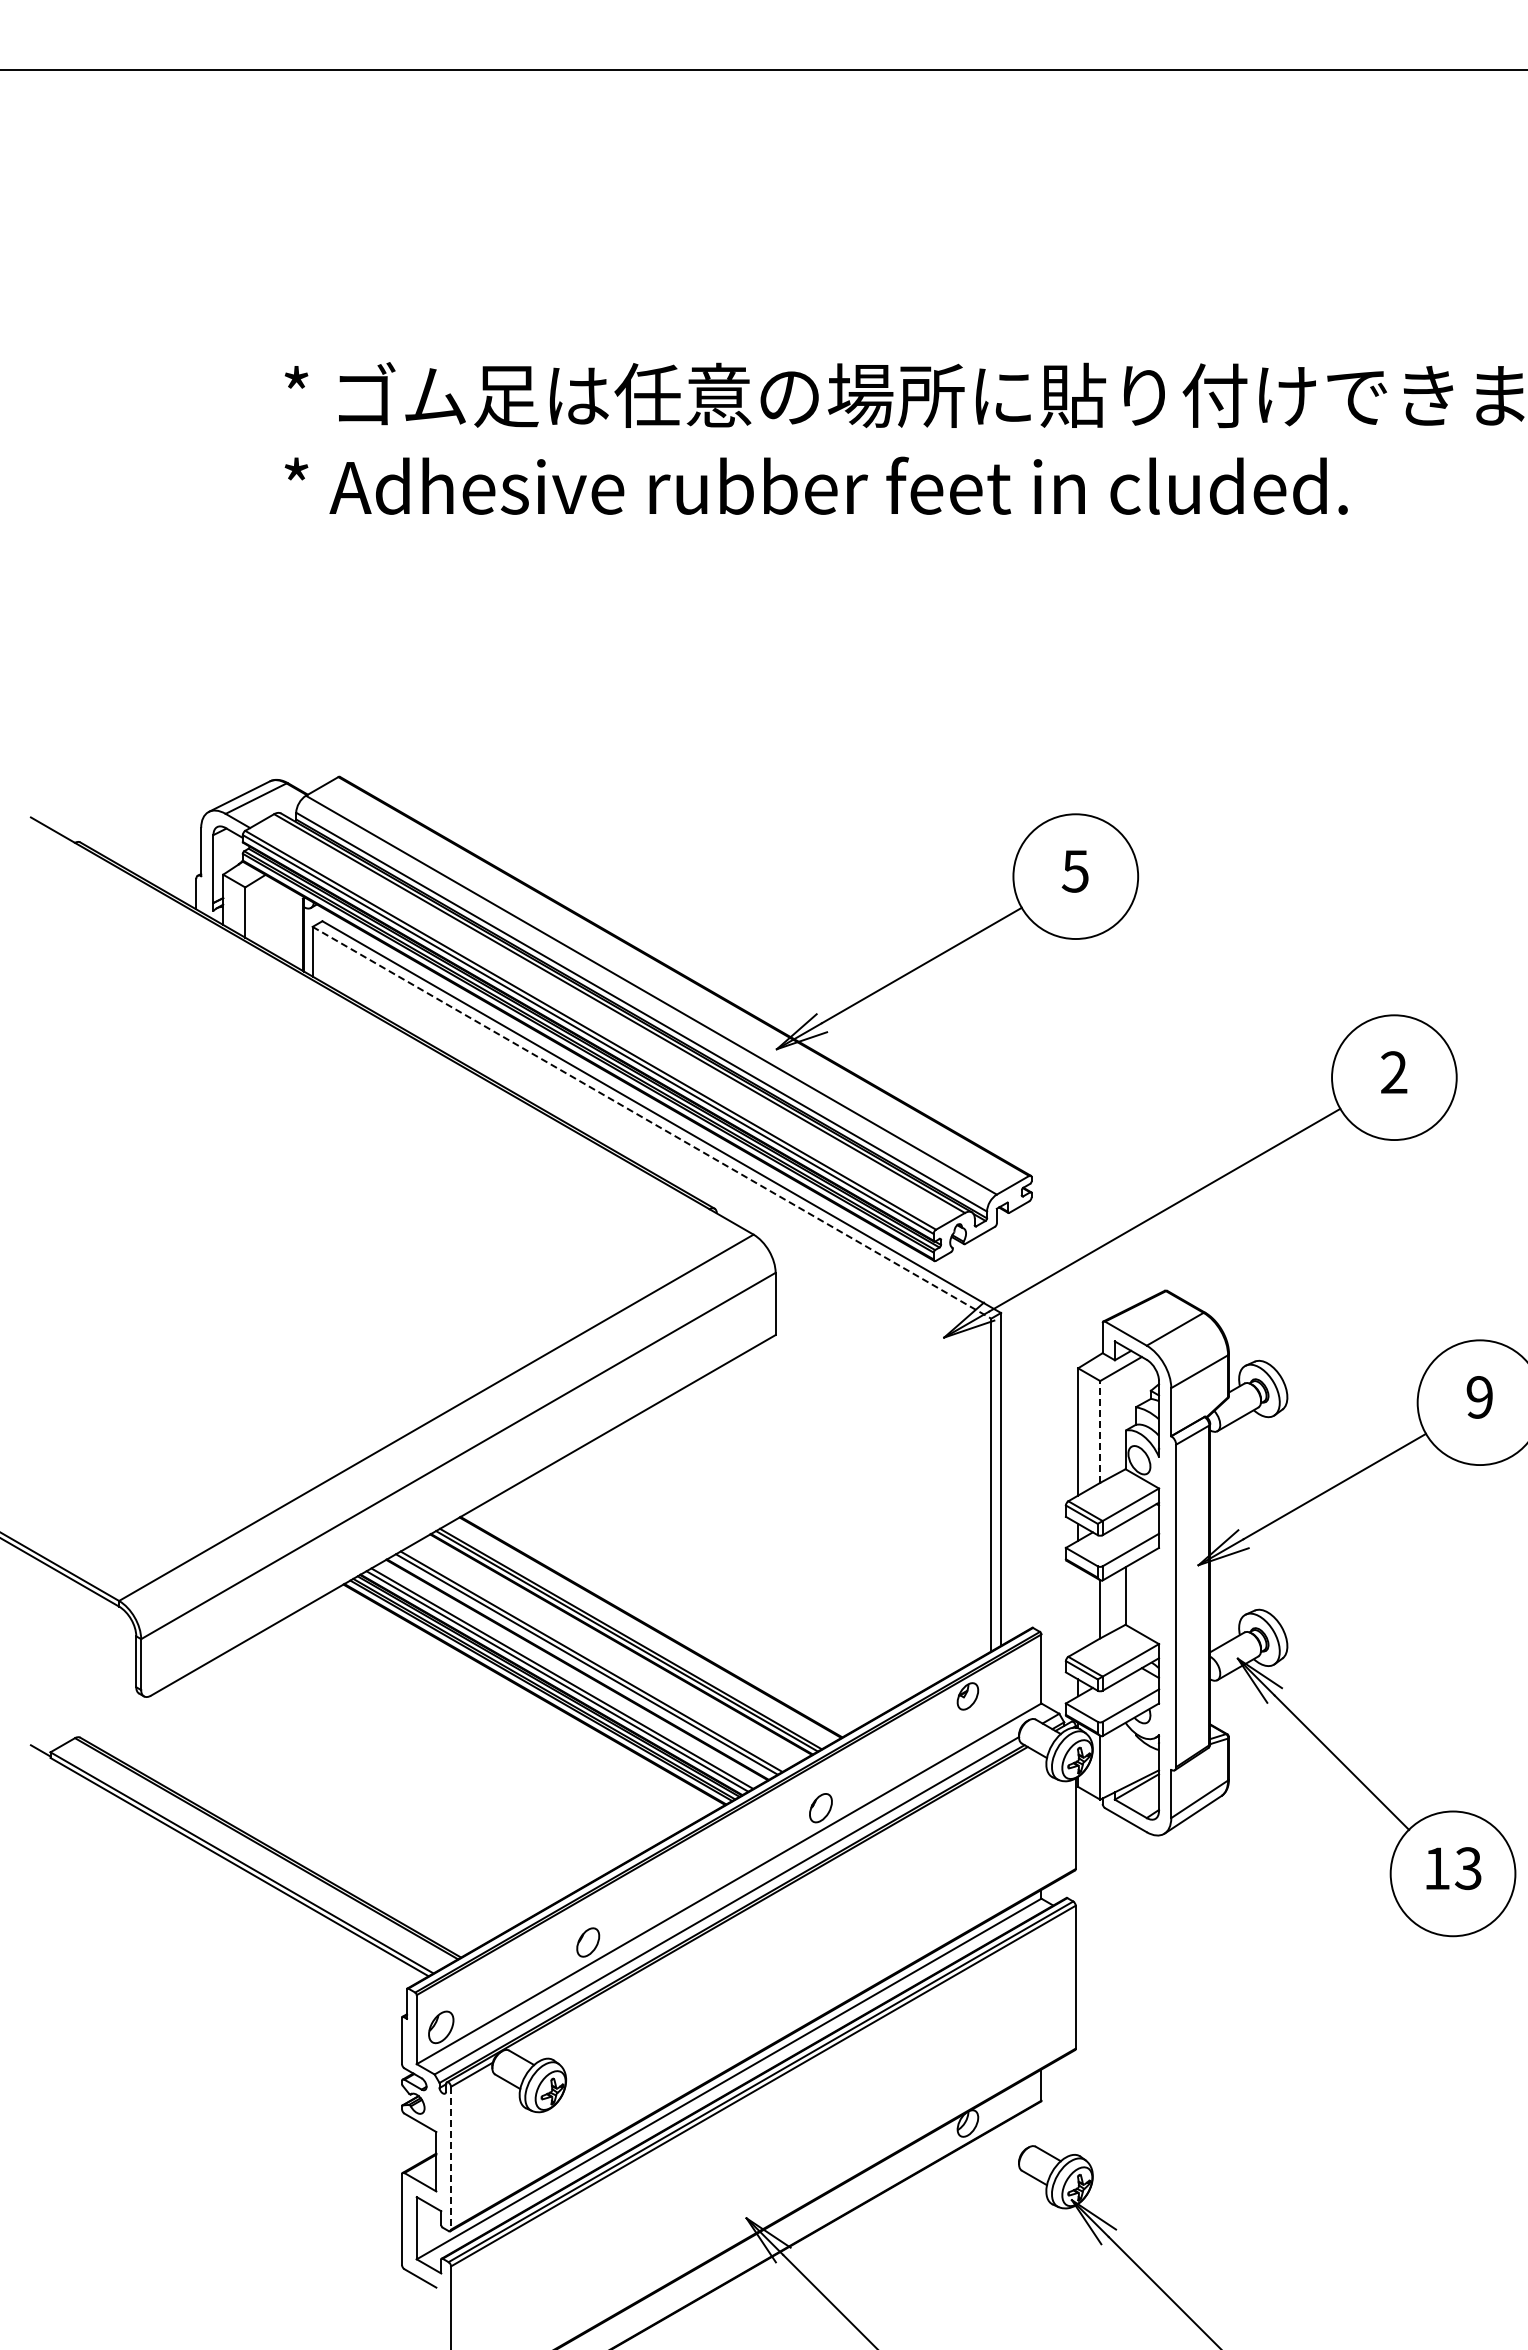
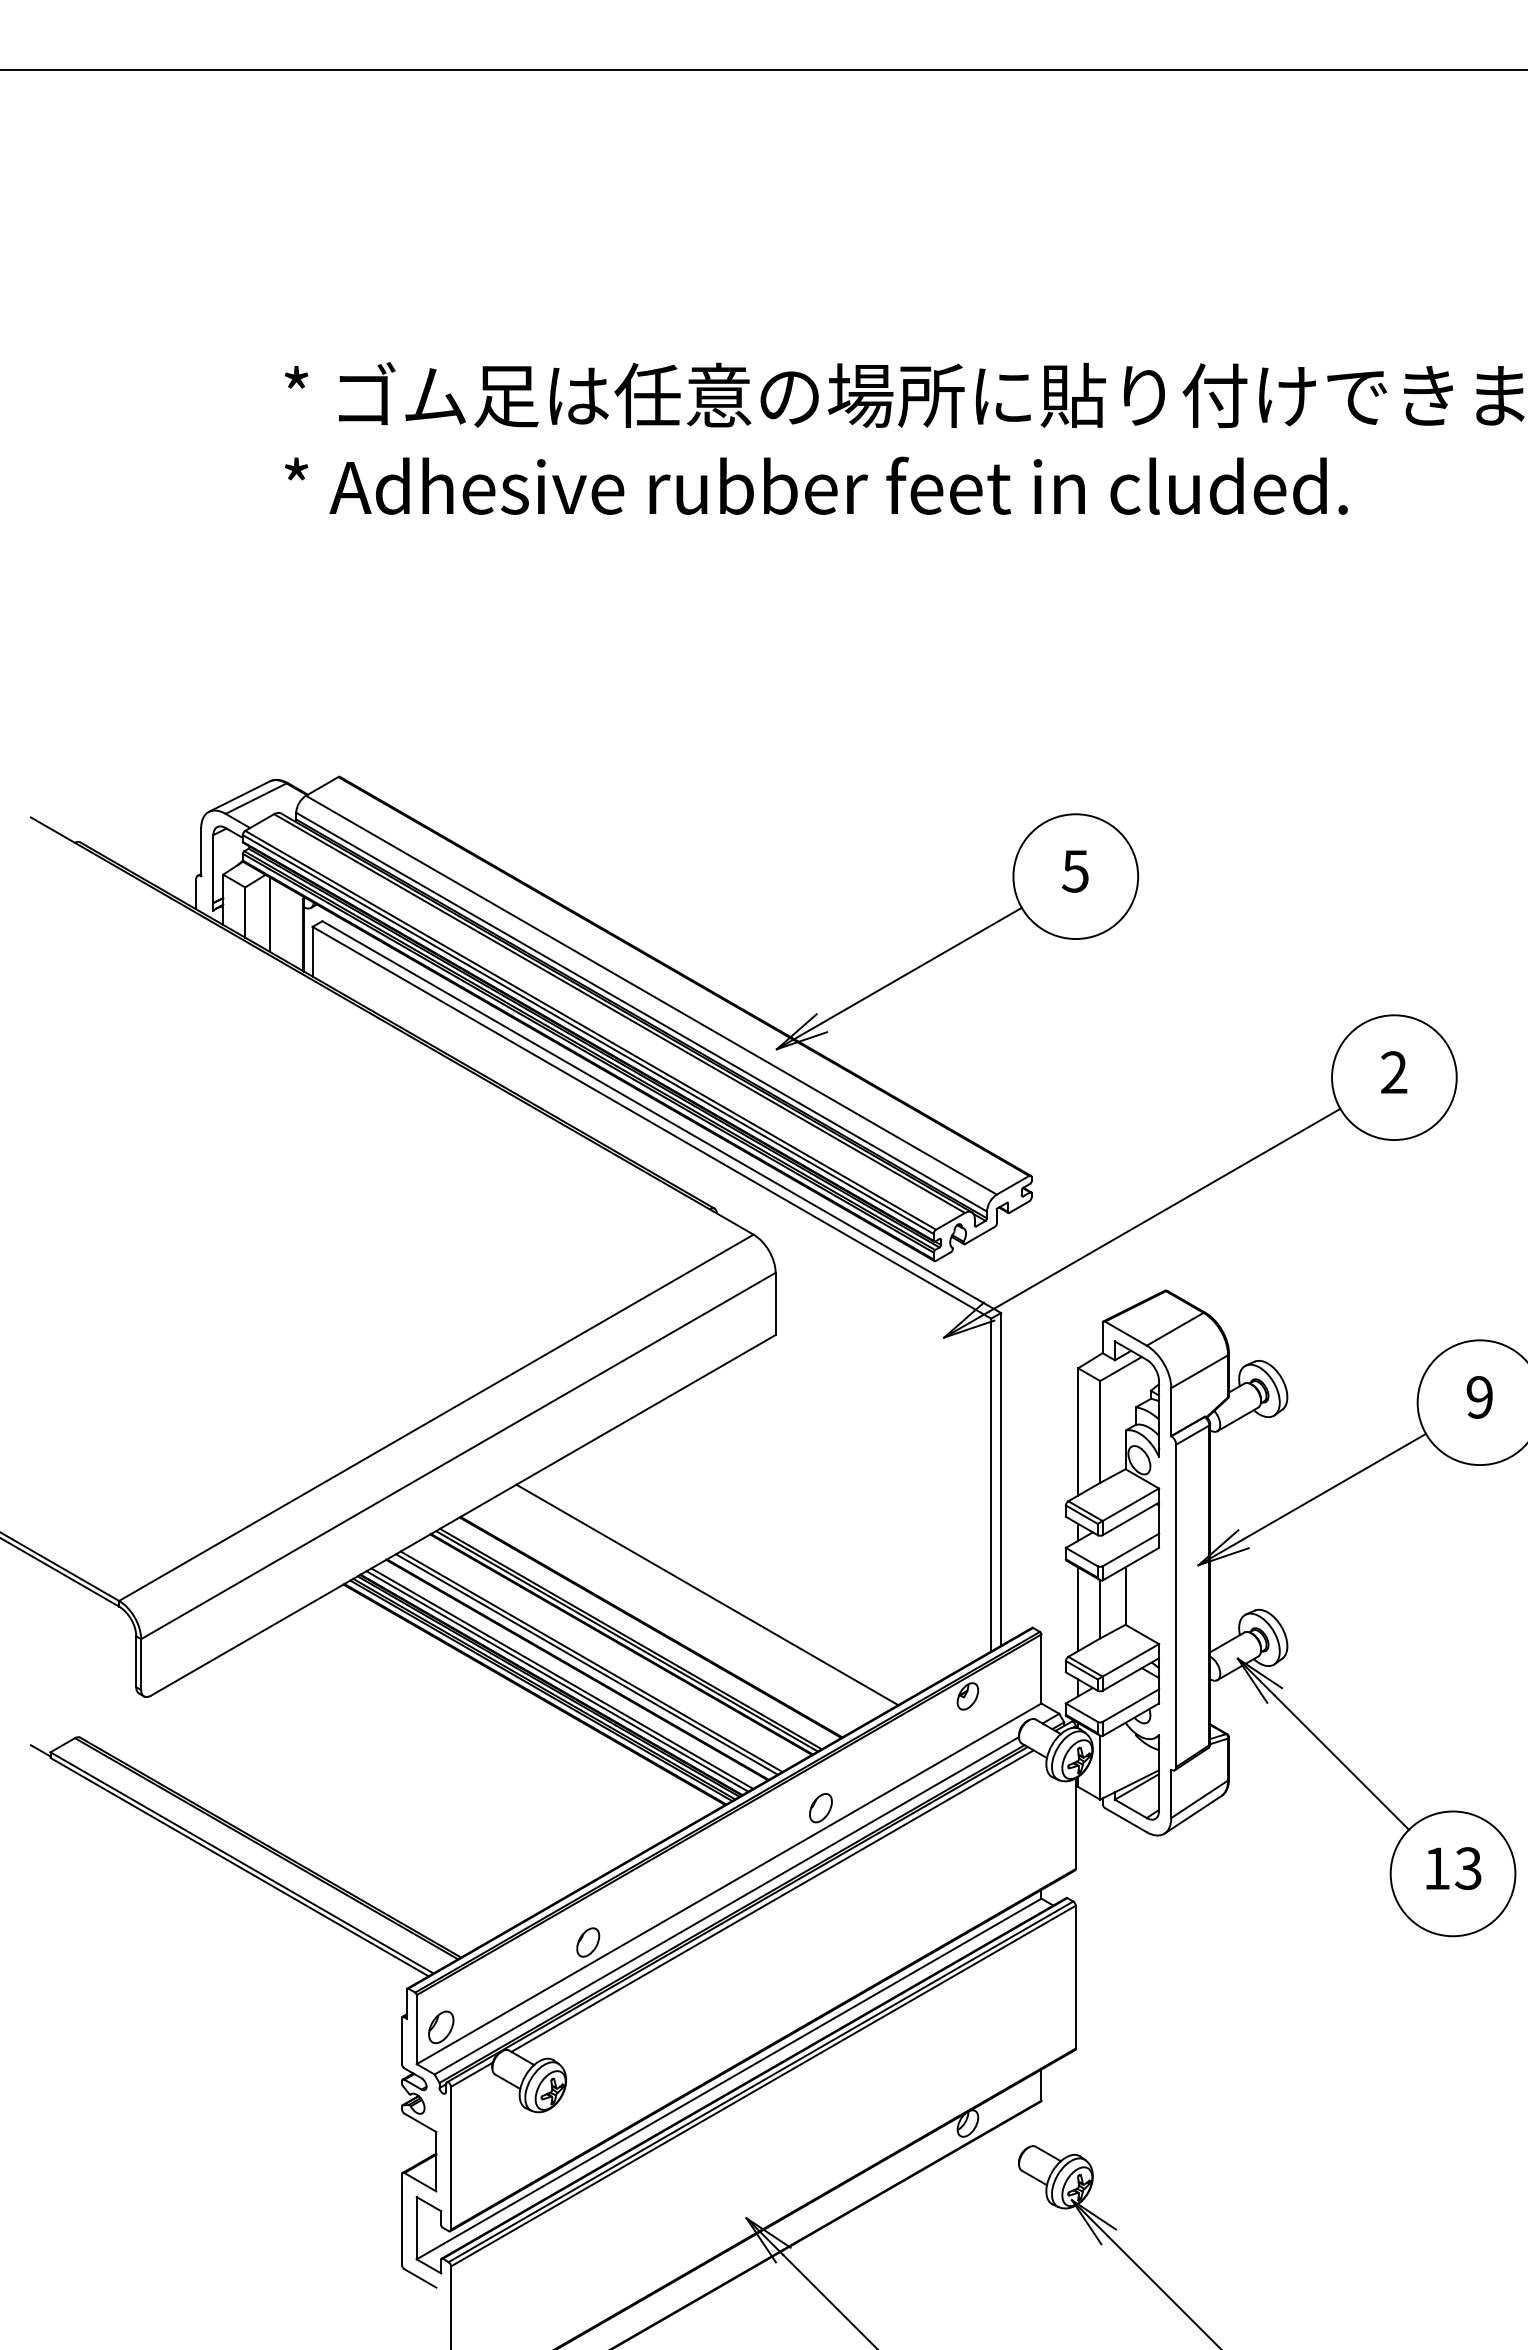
line at (269, 914): none -> present
line at (651, 1122): dashed -> solid
line at (1100, 1431): dashed -> solid
line at (707, 1594): none -> present
line at (1078, 1609): none -> present
line at (772, 1900): none -> present
line at (451, 2158): dashed -> solid
